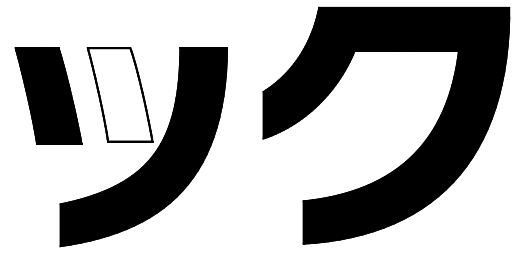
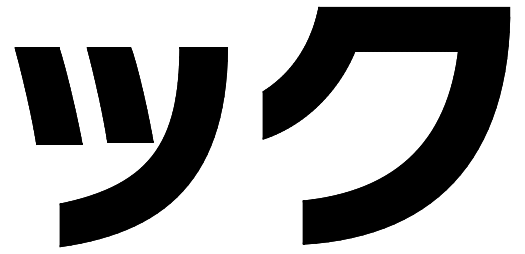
fill at (119, 94): none -> present
